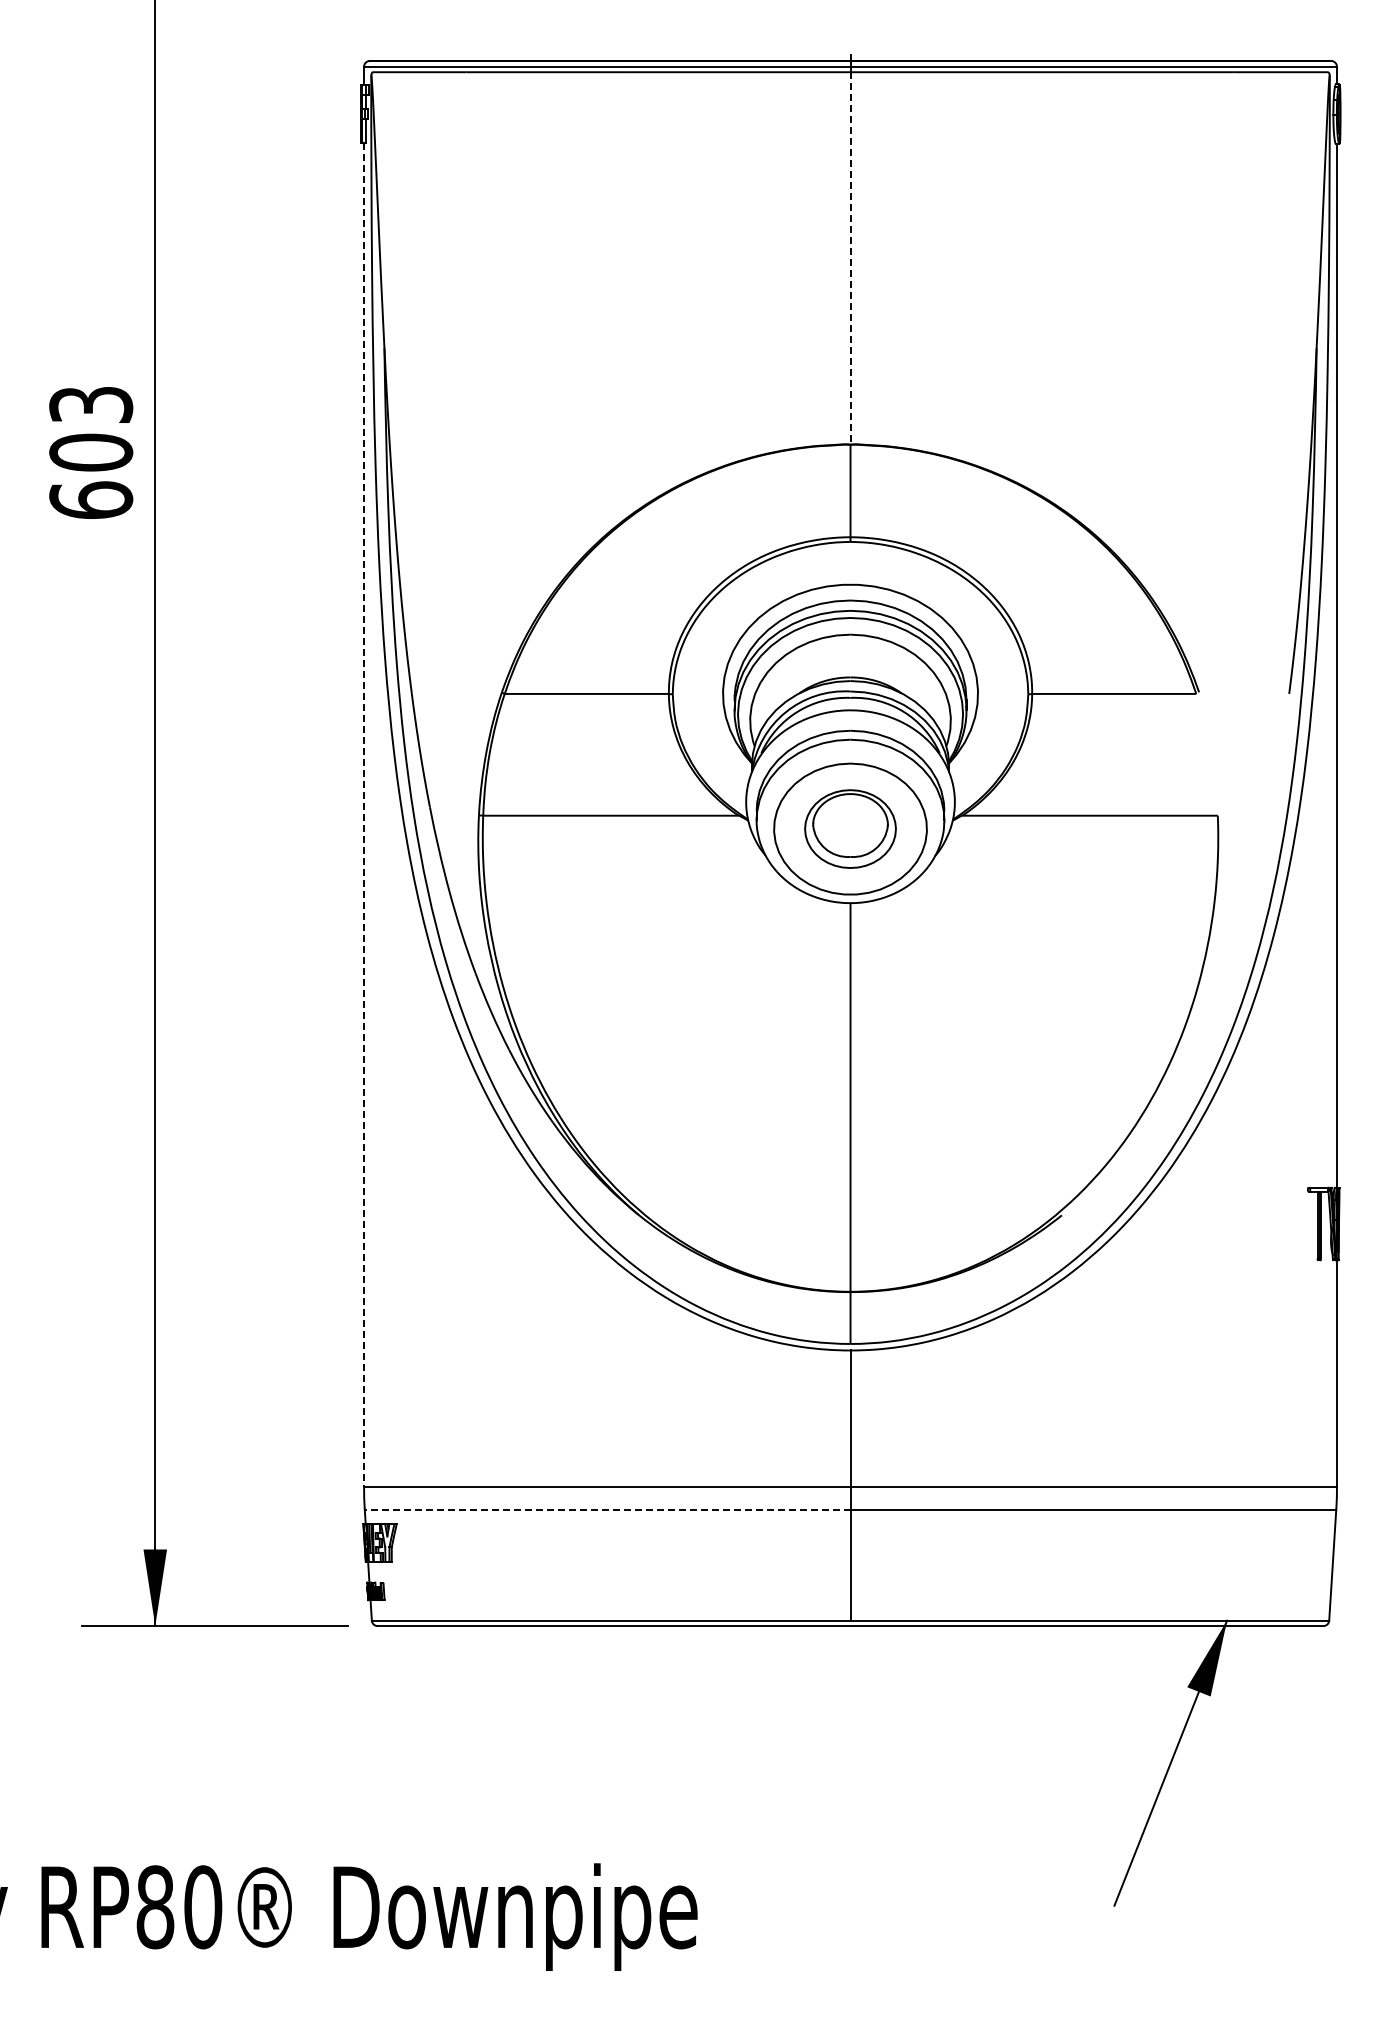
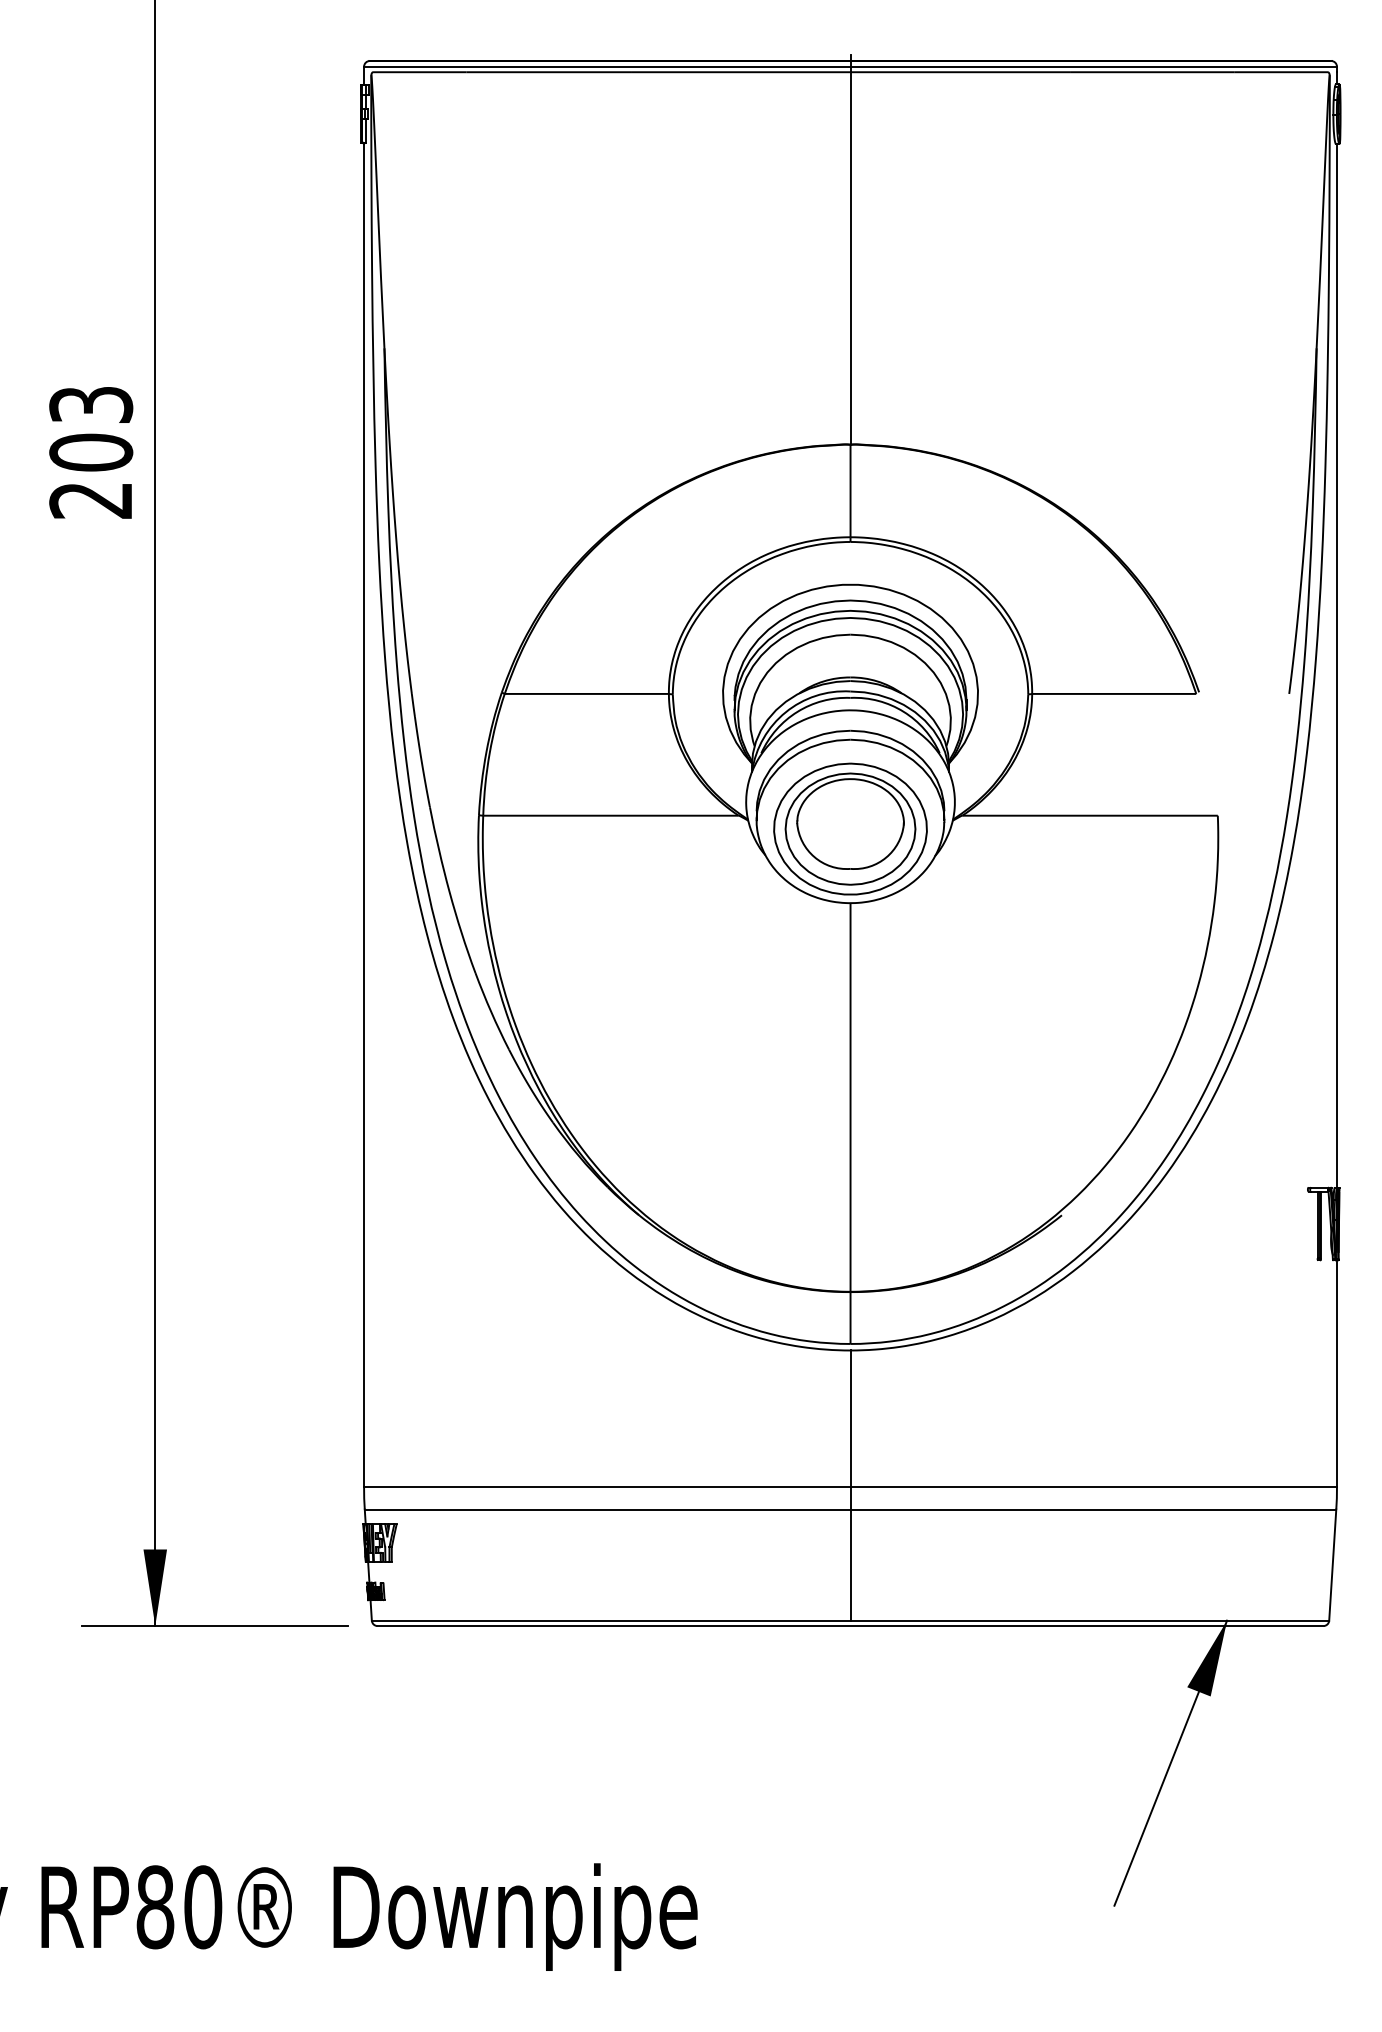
line at (850, 258): dashed -> solid
text at (91, 499): 603 -> 203
line at (364, 815): dashed -> solid
part at (850, 828) size: 93x80 px -> 133x114 px
line at (607, 1509): dashed -> solid
